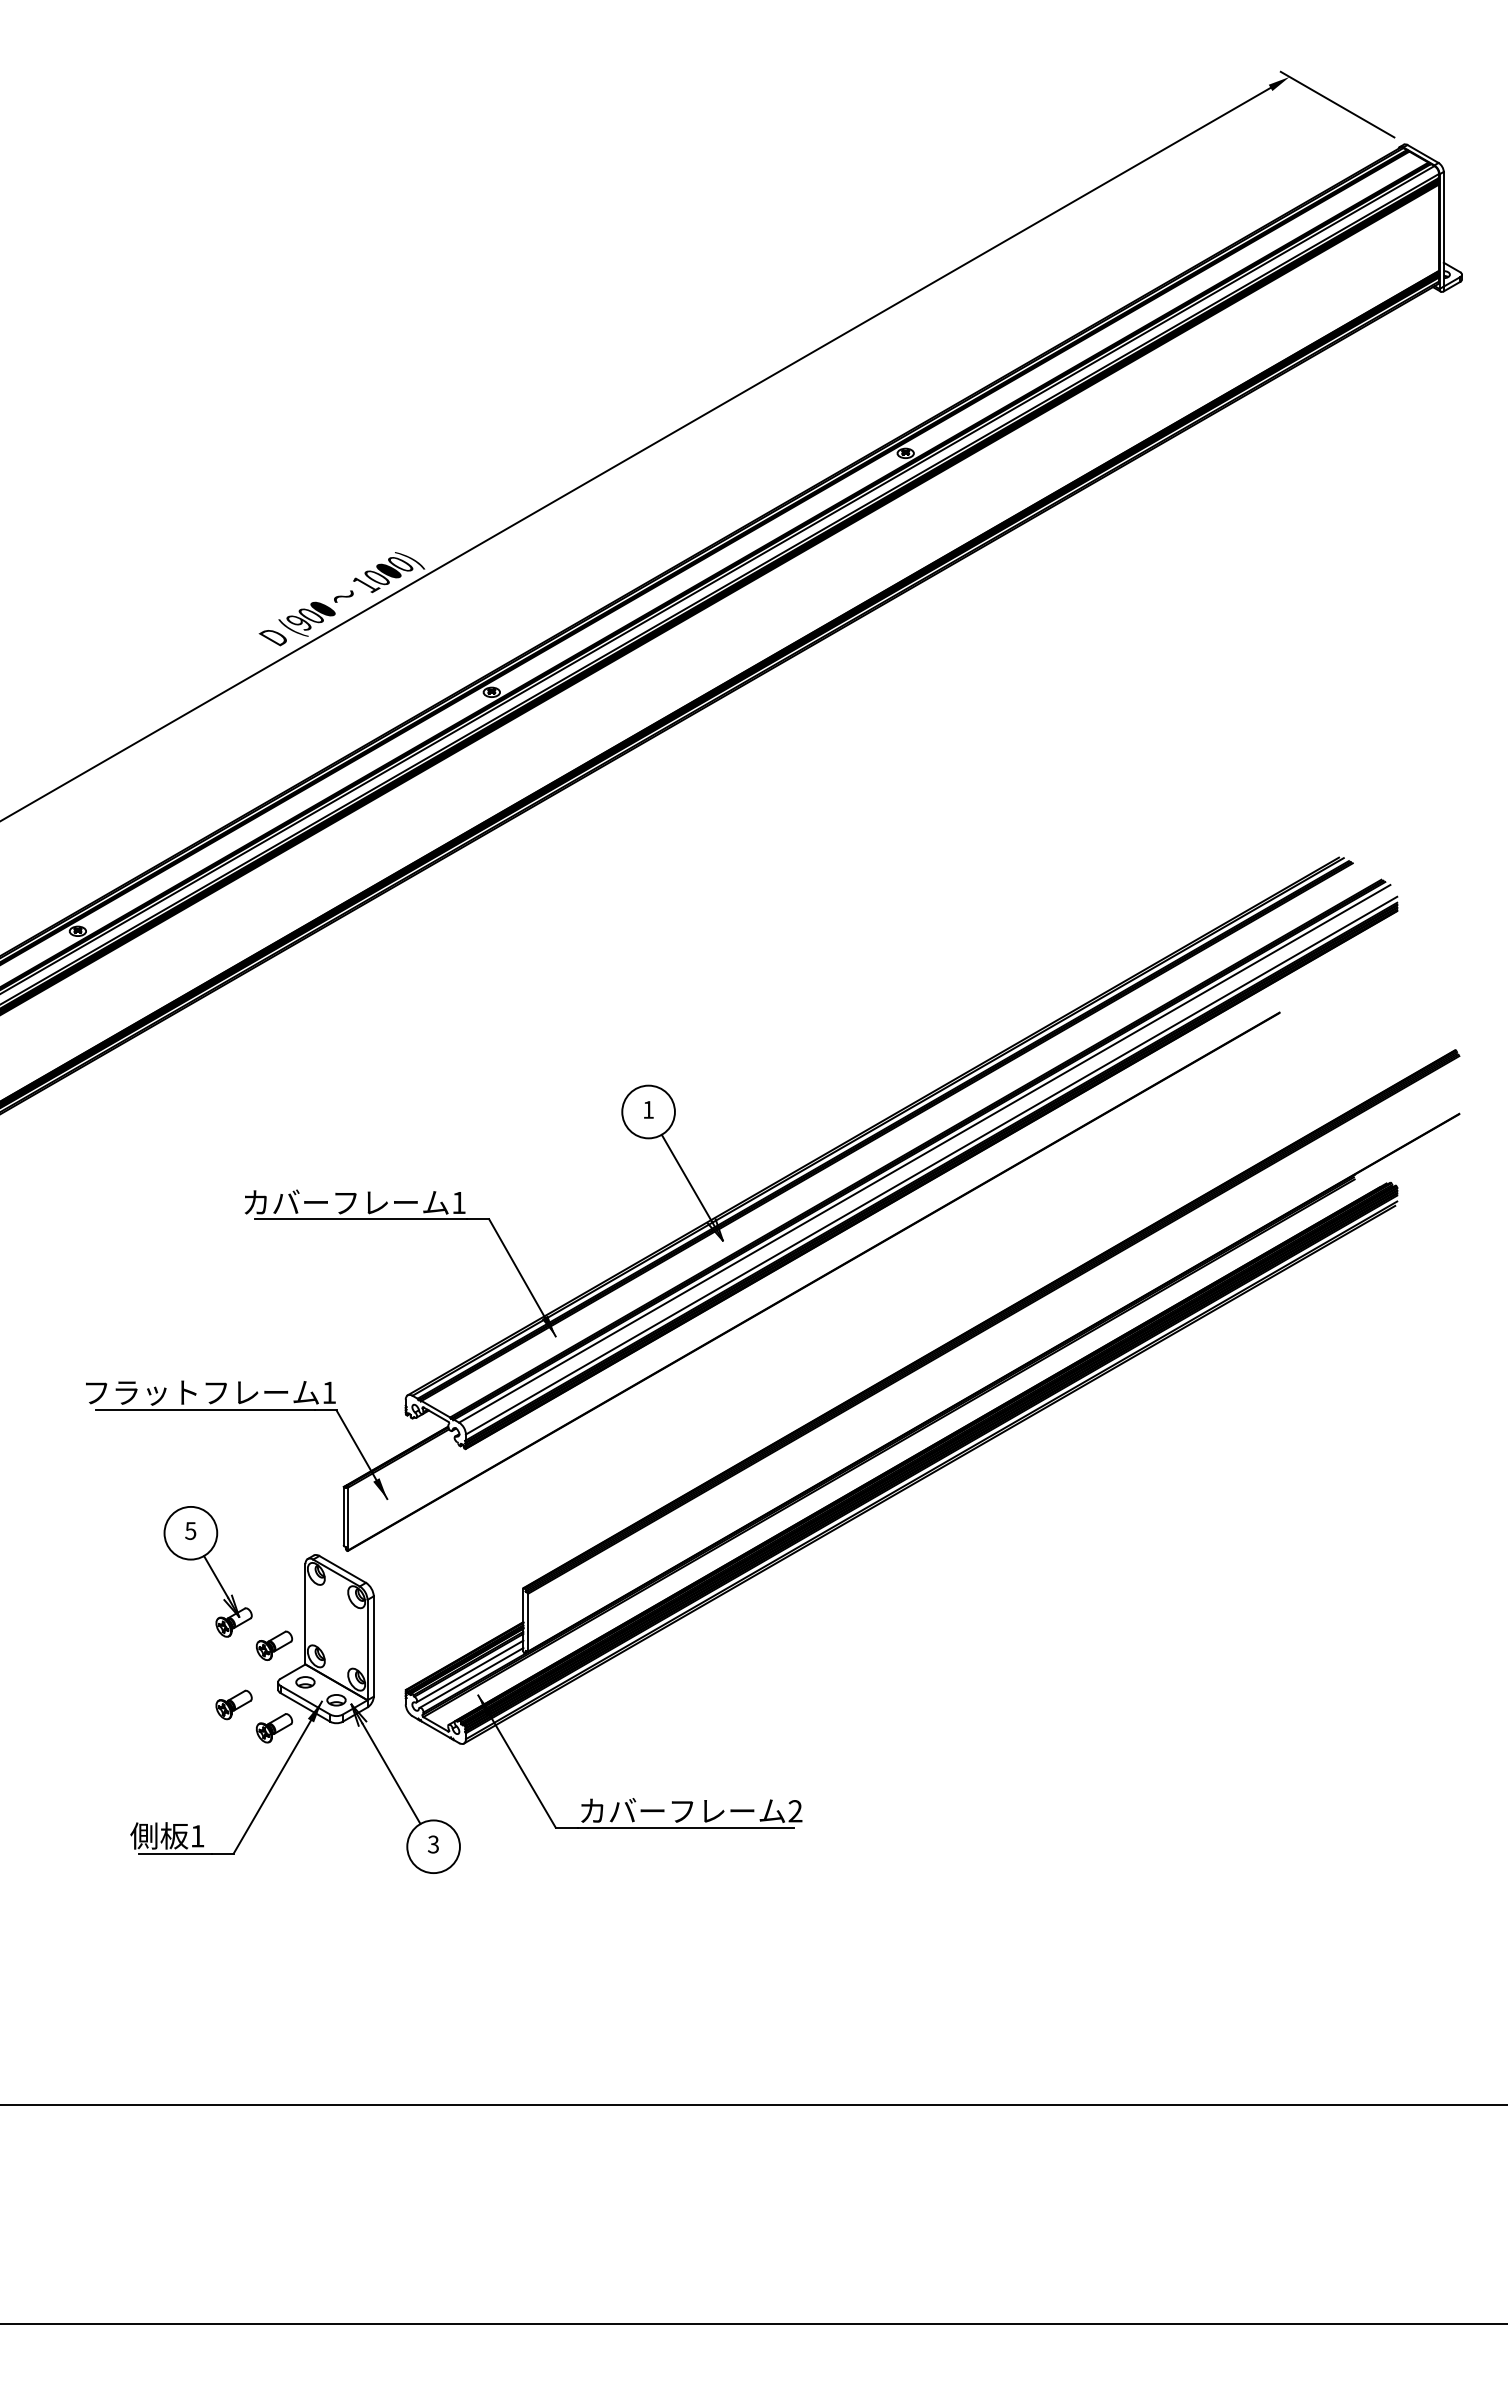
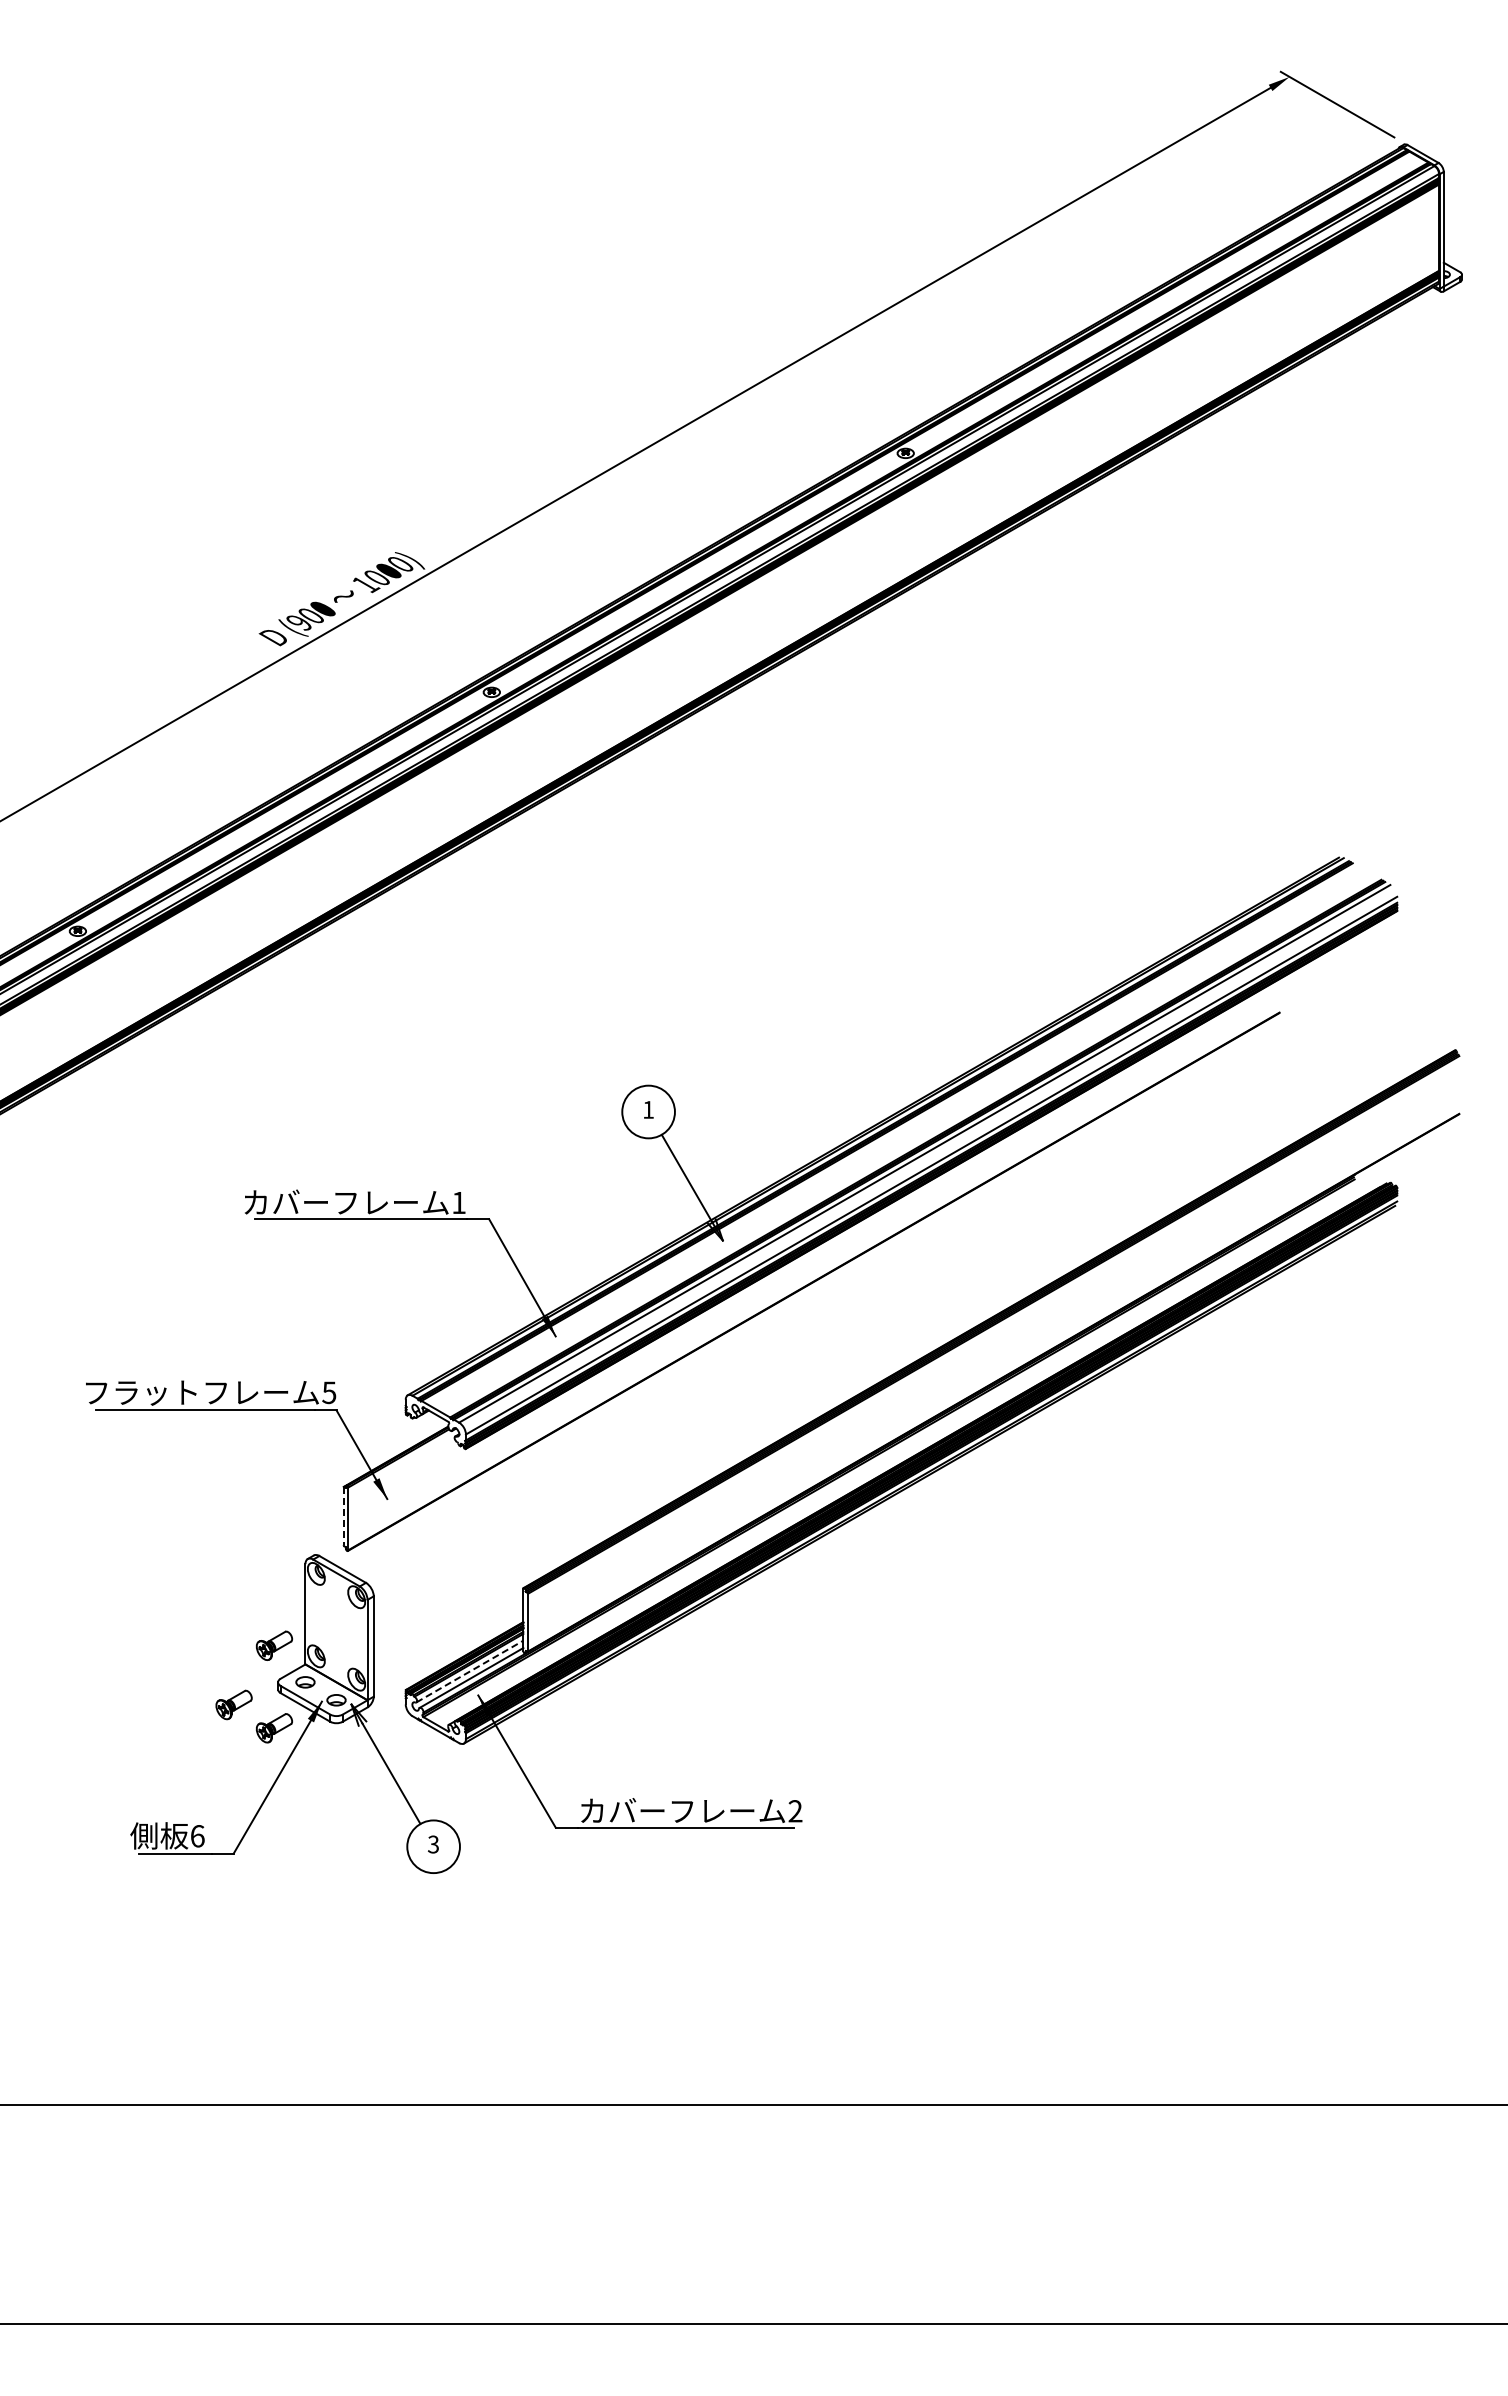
text at (329, 1392): 1 -> 5
line at (343, 1516): solid -> dashed
part at (207, 1571): present -> none
line at (469, 1671): solid -> dashed
text at (197, 1836): 1 -> 6
